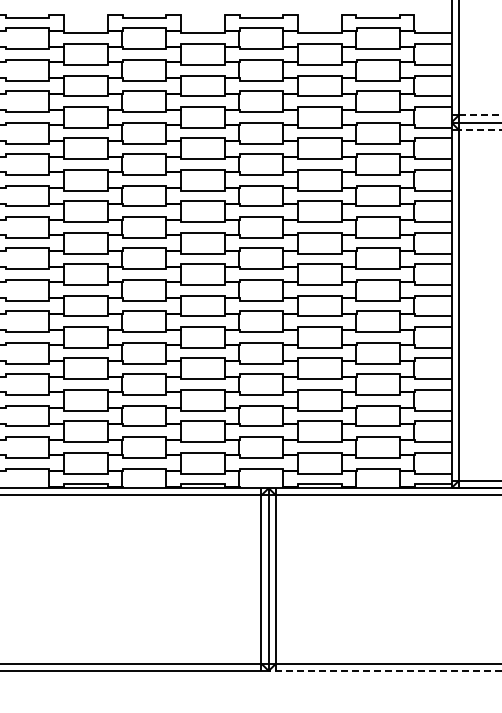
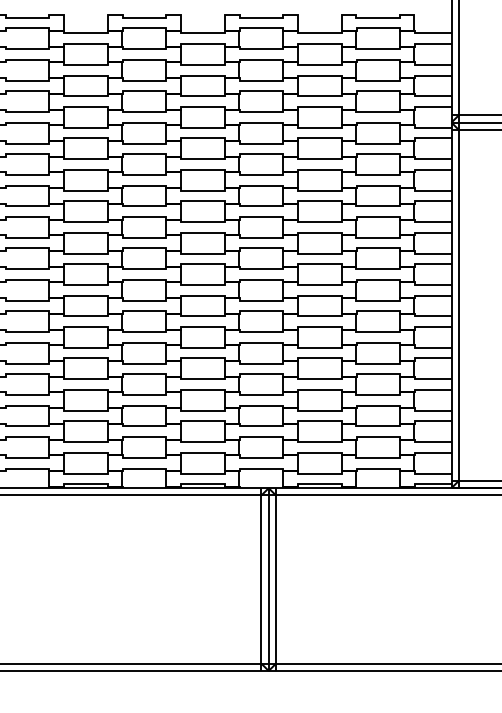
line at (480, 115): dashed -> solid
line at (479, 129): dashed -> solid
line at (384, 670): dashed -> solid
